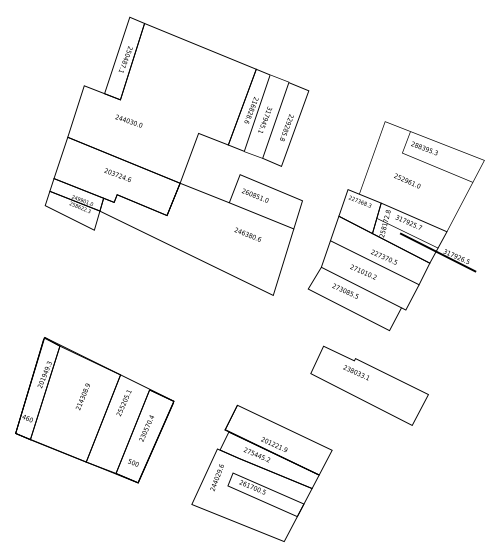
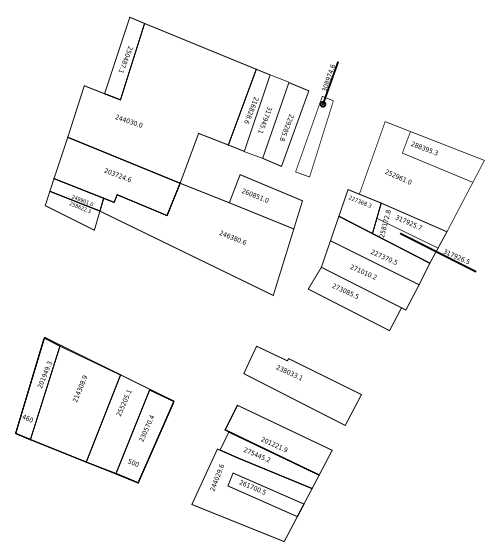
part at (316, 119): none -> present
text at (407, 180) position: (407, 180) -> (398, 176)
text at (247, 234) position: (247, 234) -> (232, 237)
text at (369, 385) position: (369, 385) -> (302, 385)
text at (82, 396) position: (82, 396) -> (79, 388)
